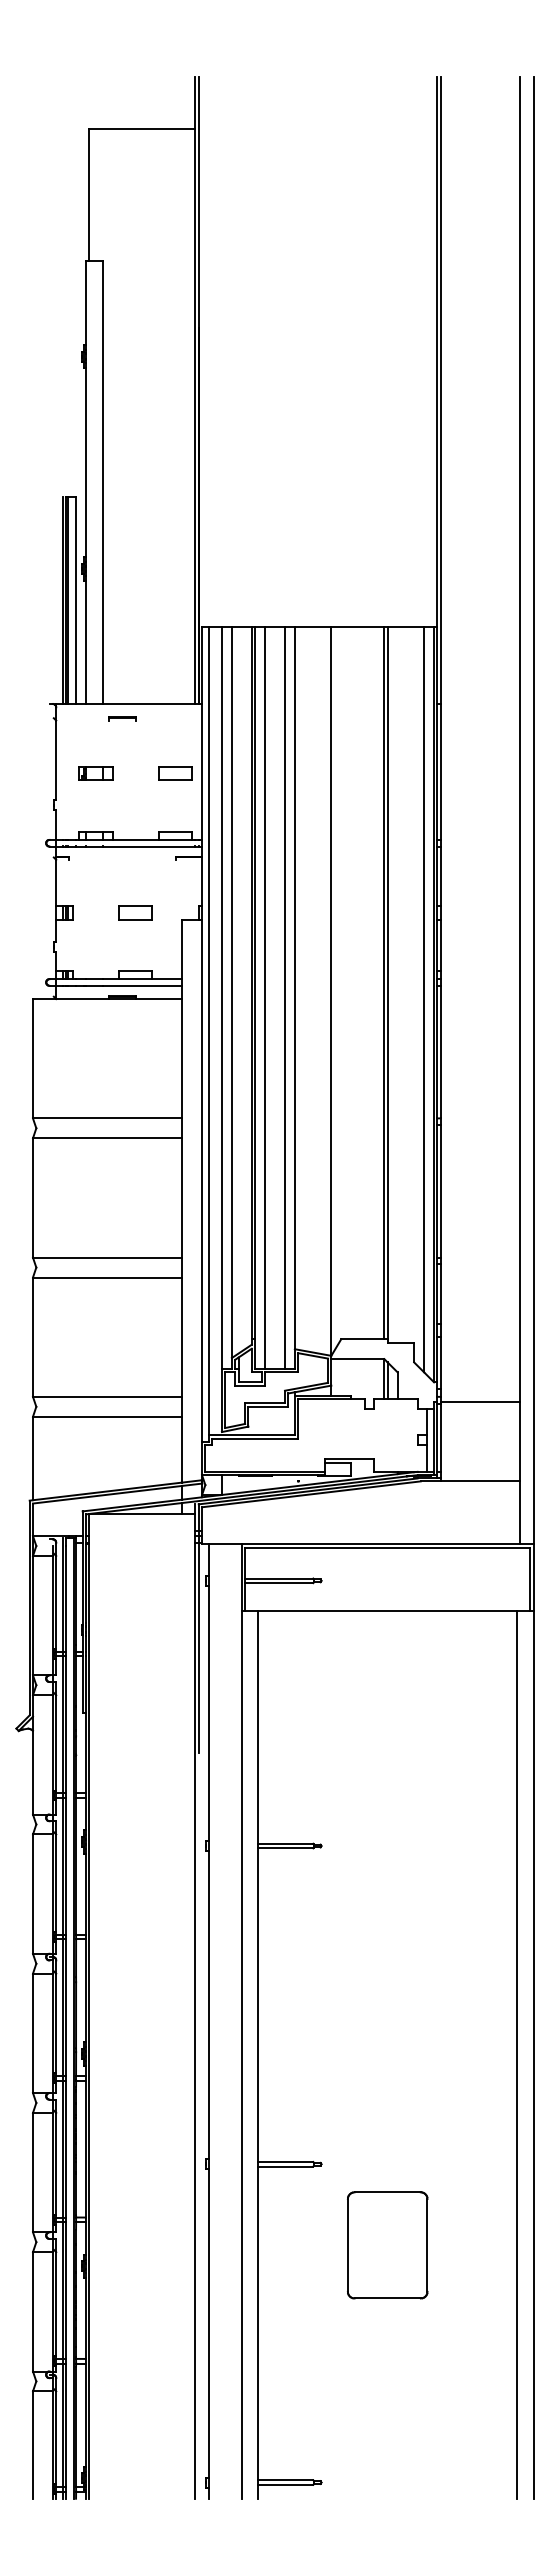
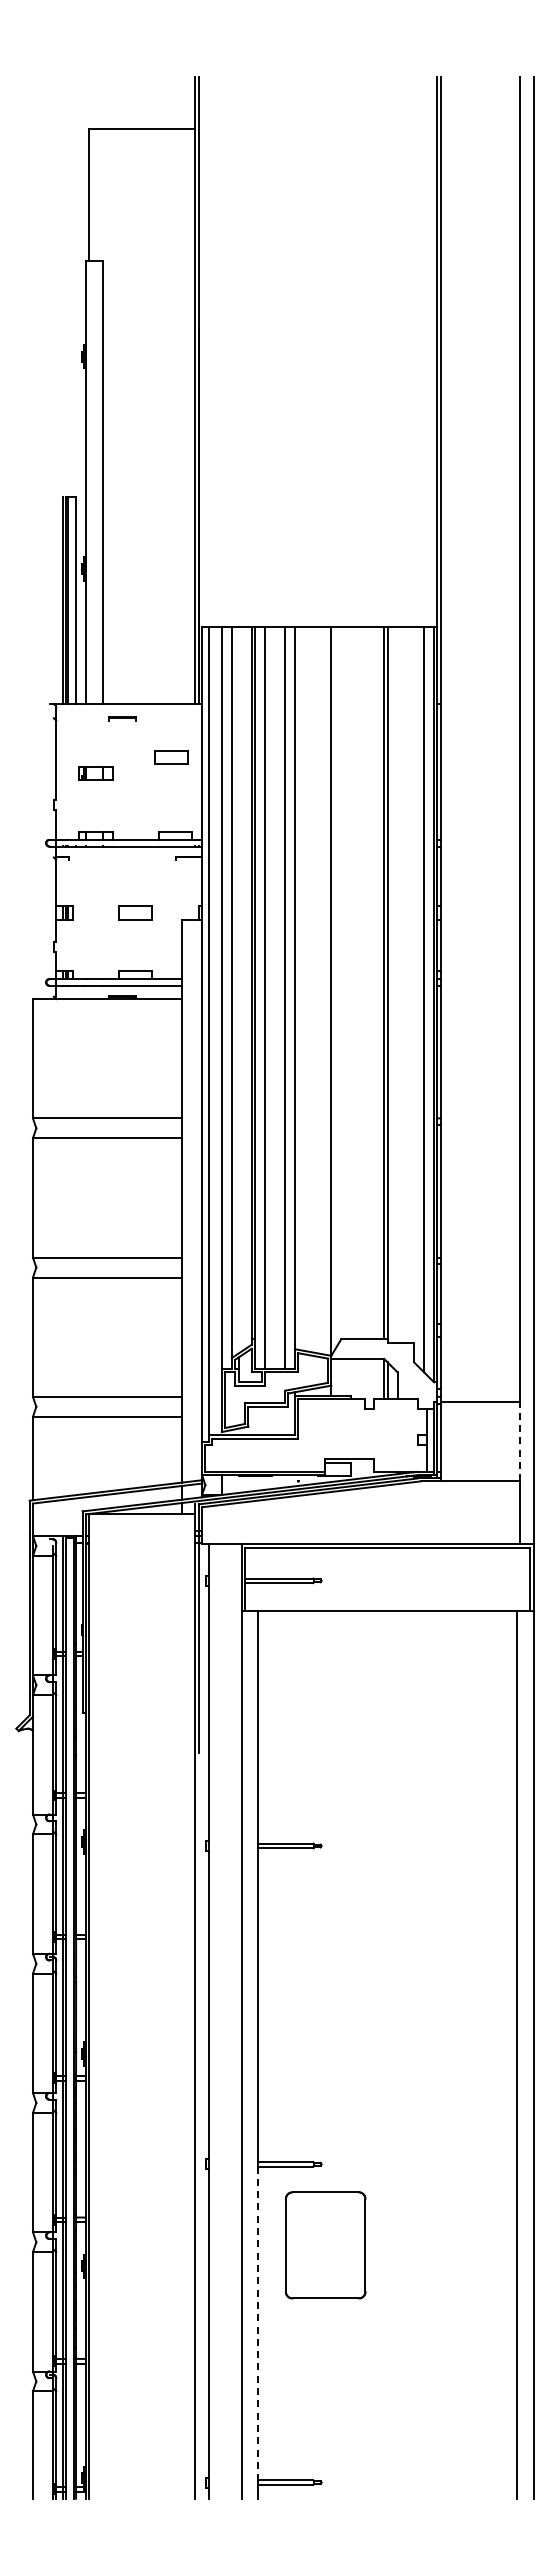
part at (175, 773) position: (175, 773) -> (171, 757)
line at (520, 1441): solid -> dashed
part at (387, 2245) position: (387, 2245) -> (325, 2245)
line at (258, 2323): solid -> dashed
